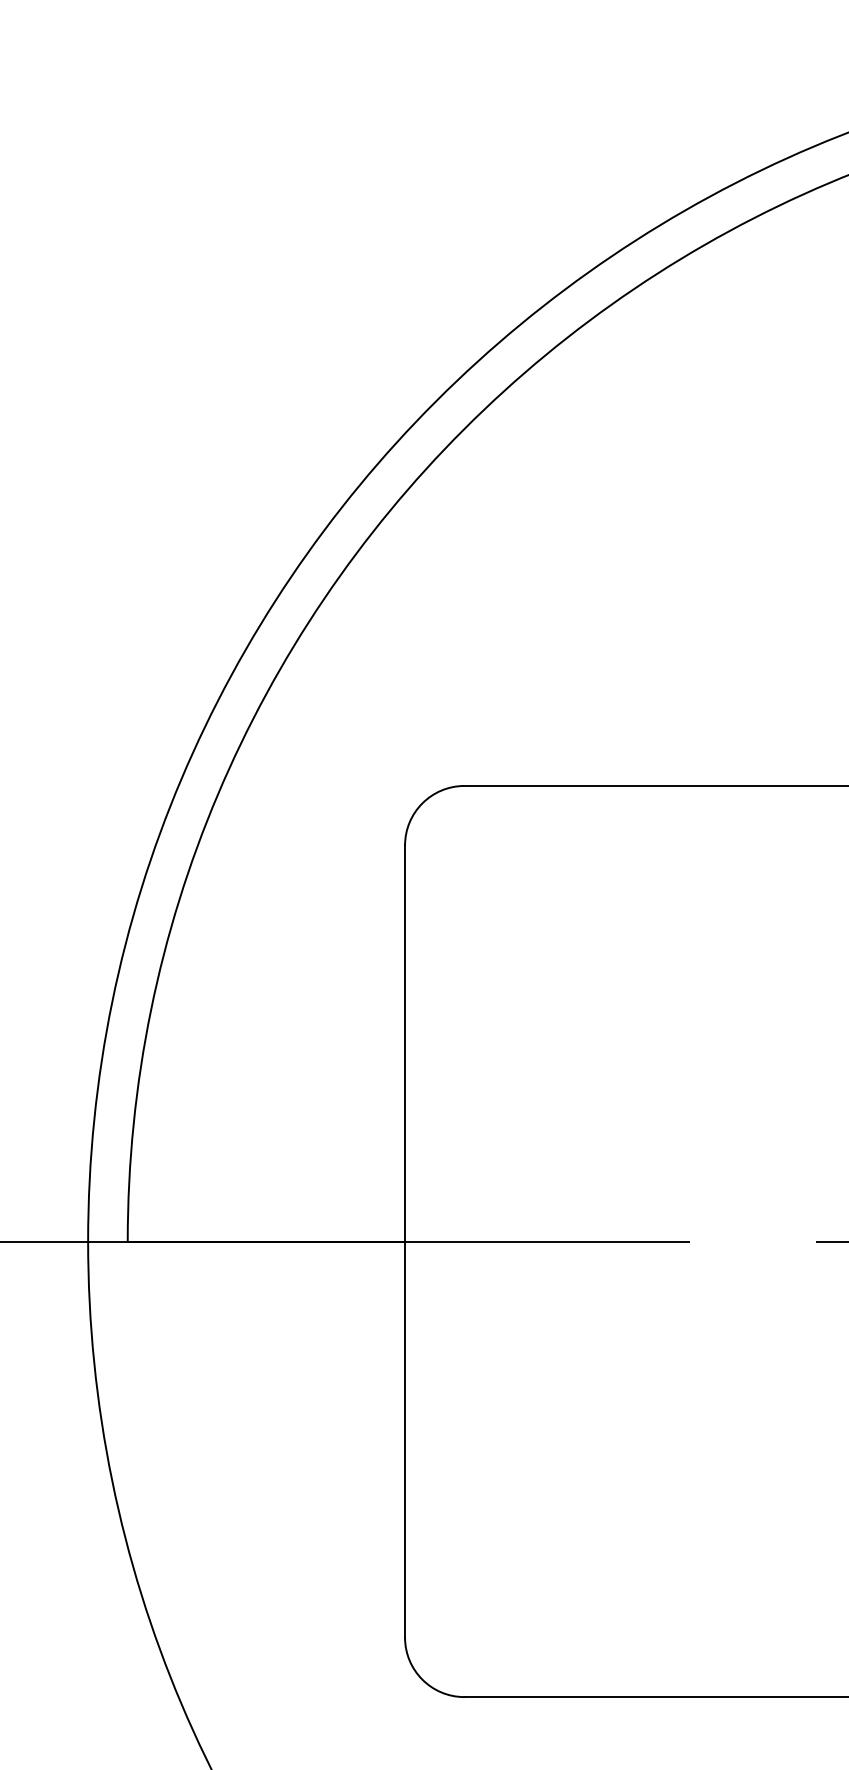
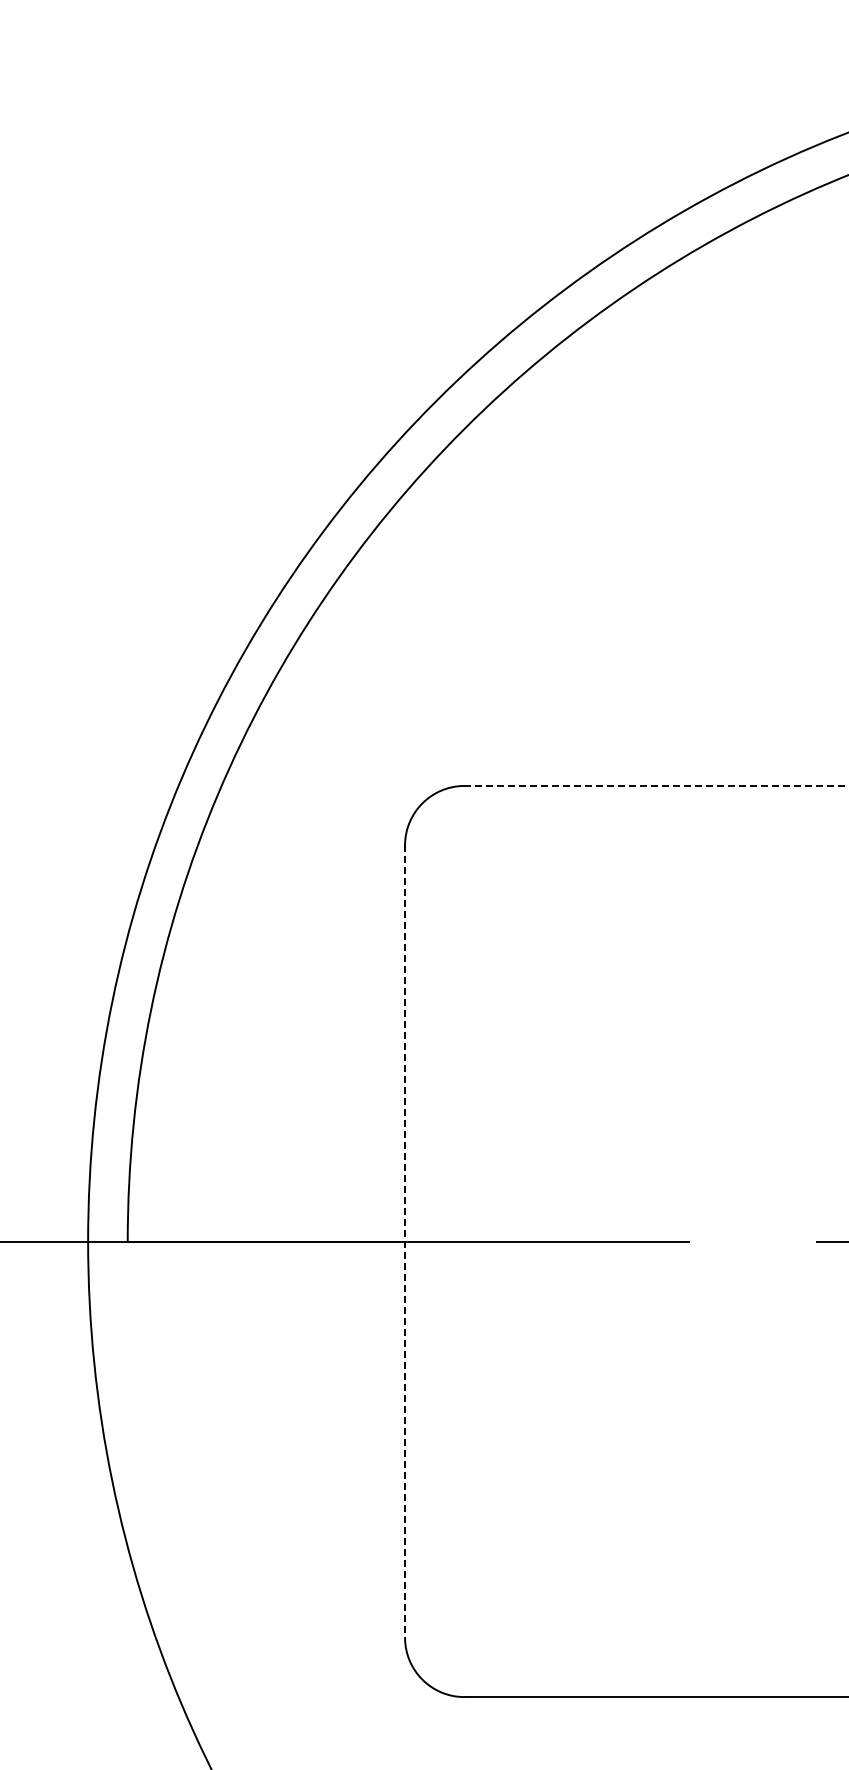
line at (656, 785): solid -> dashed
line at (405, 1242): solid -> dashed
